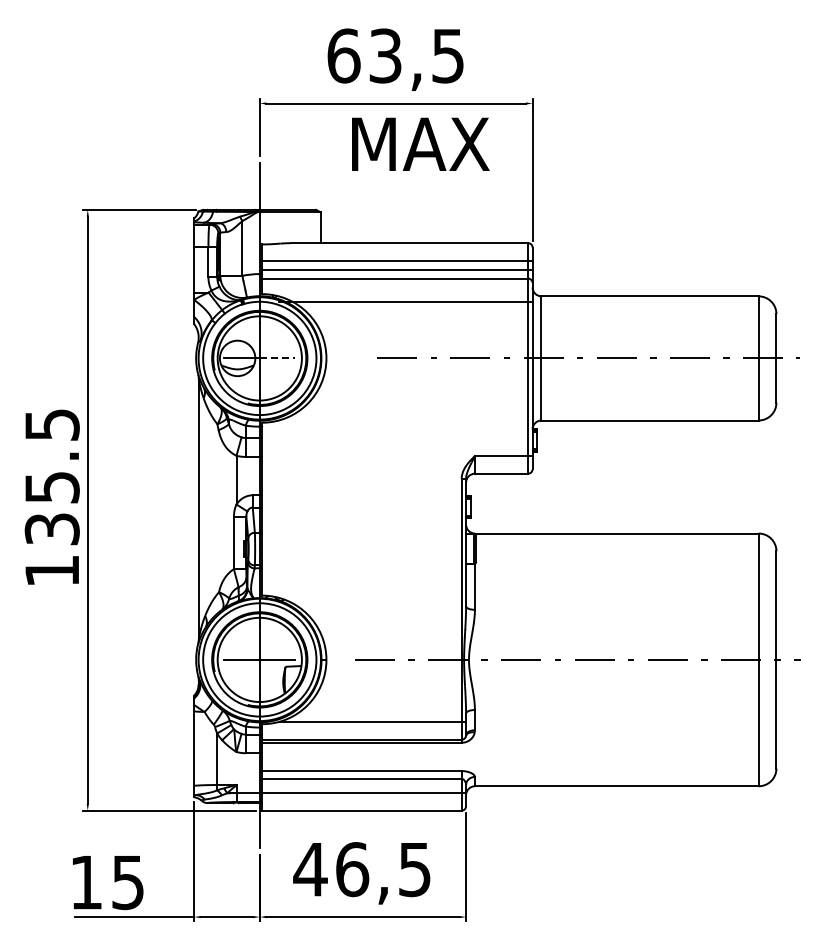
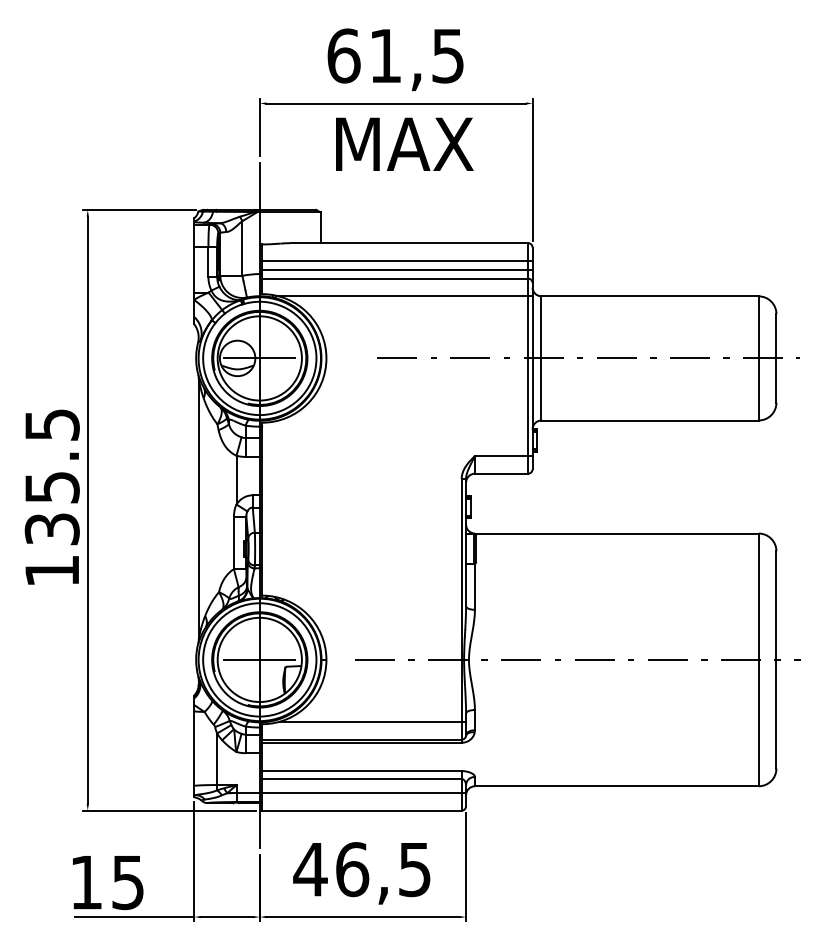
text at (385, 55): 63,5 -> 61,5
text at (420, 143) position: (420, 143) -> (404, 143)
line at (405, 302) position: (405, 302) -> (405, 296)
line at (277, 358): dashed -> solid
